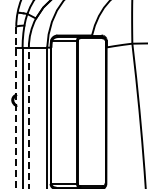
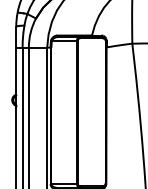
line at (16, 107): dashed -> solid
line at (28, 117): dashed -> solid
